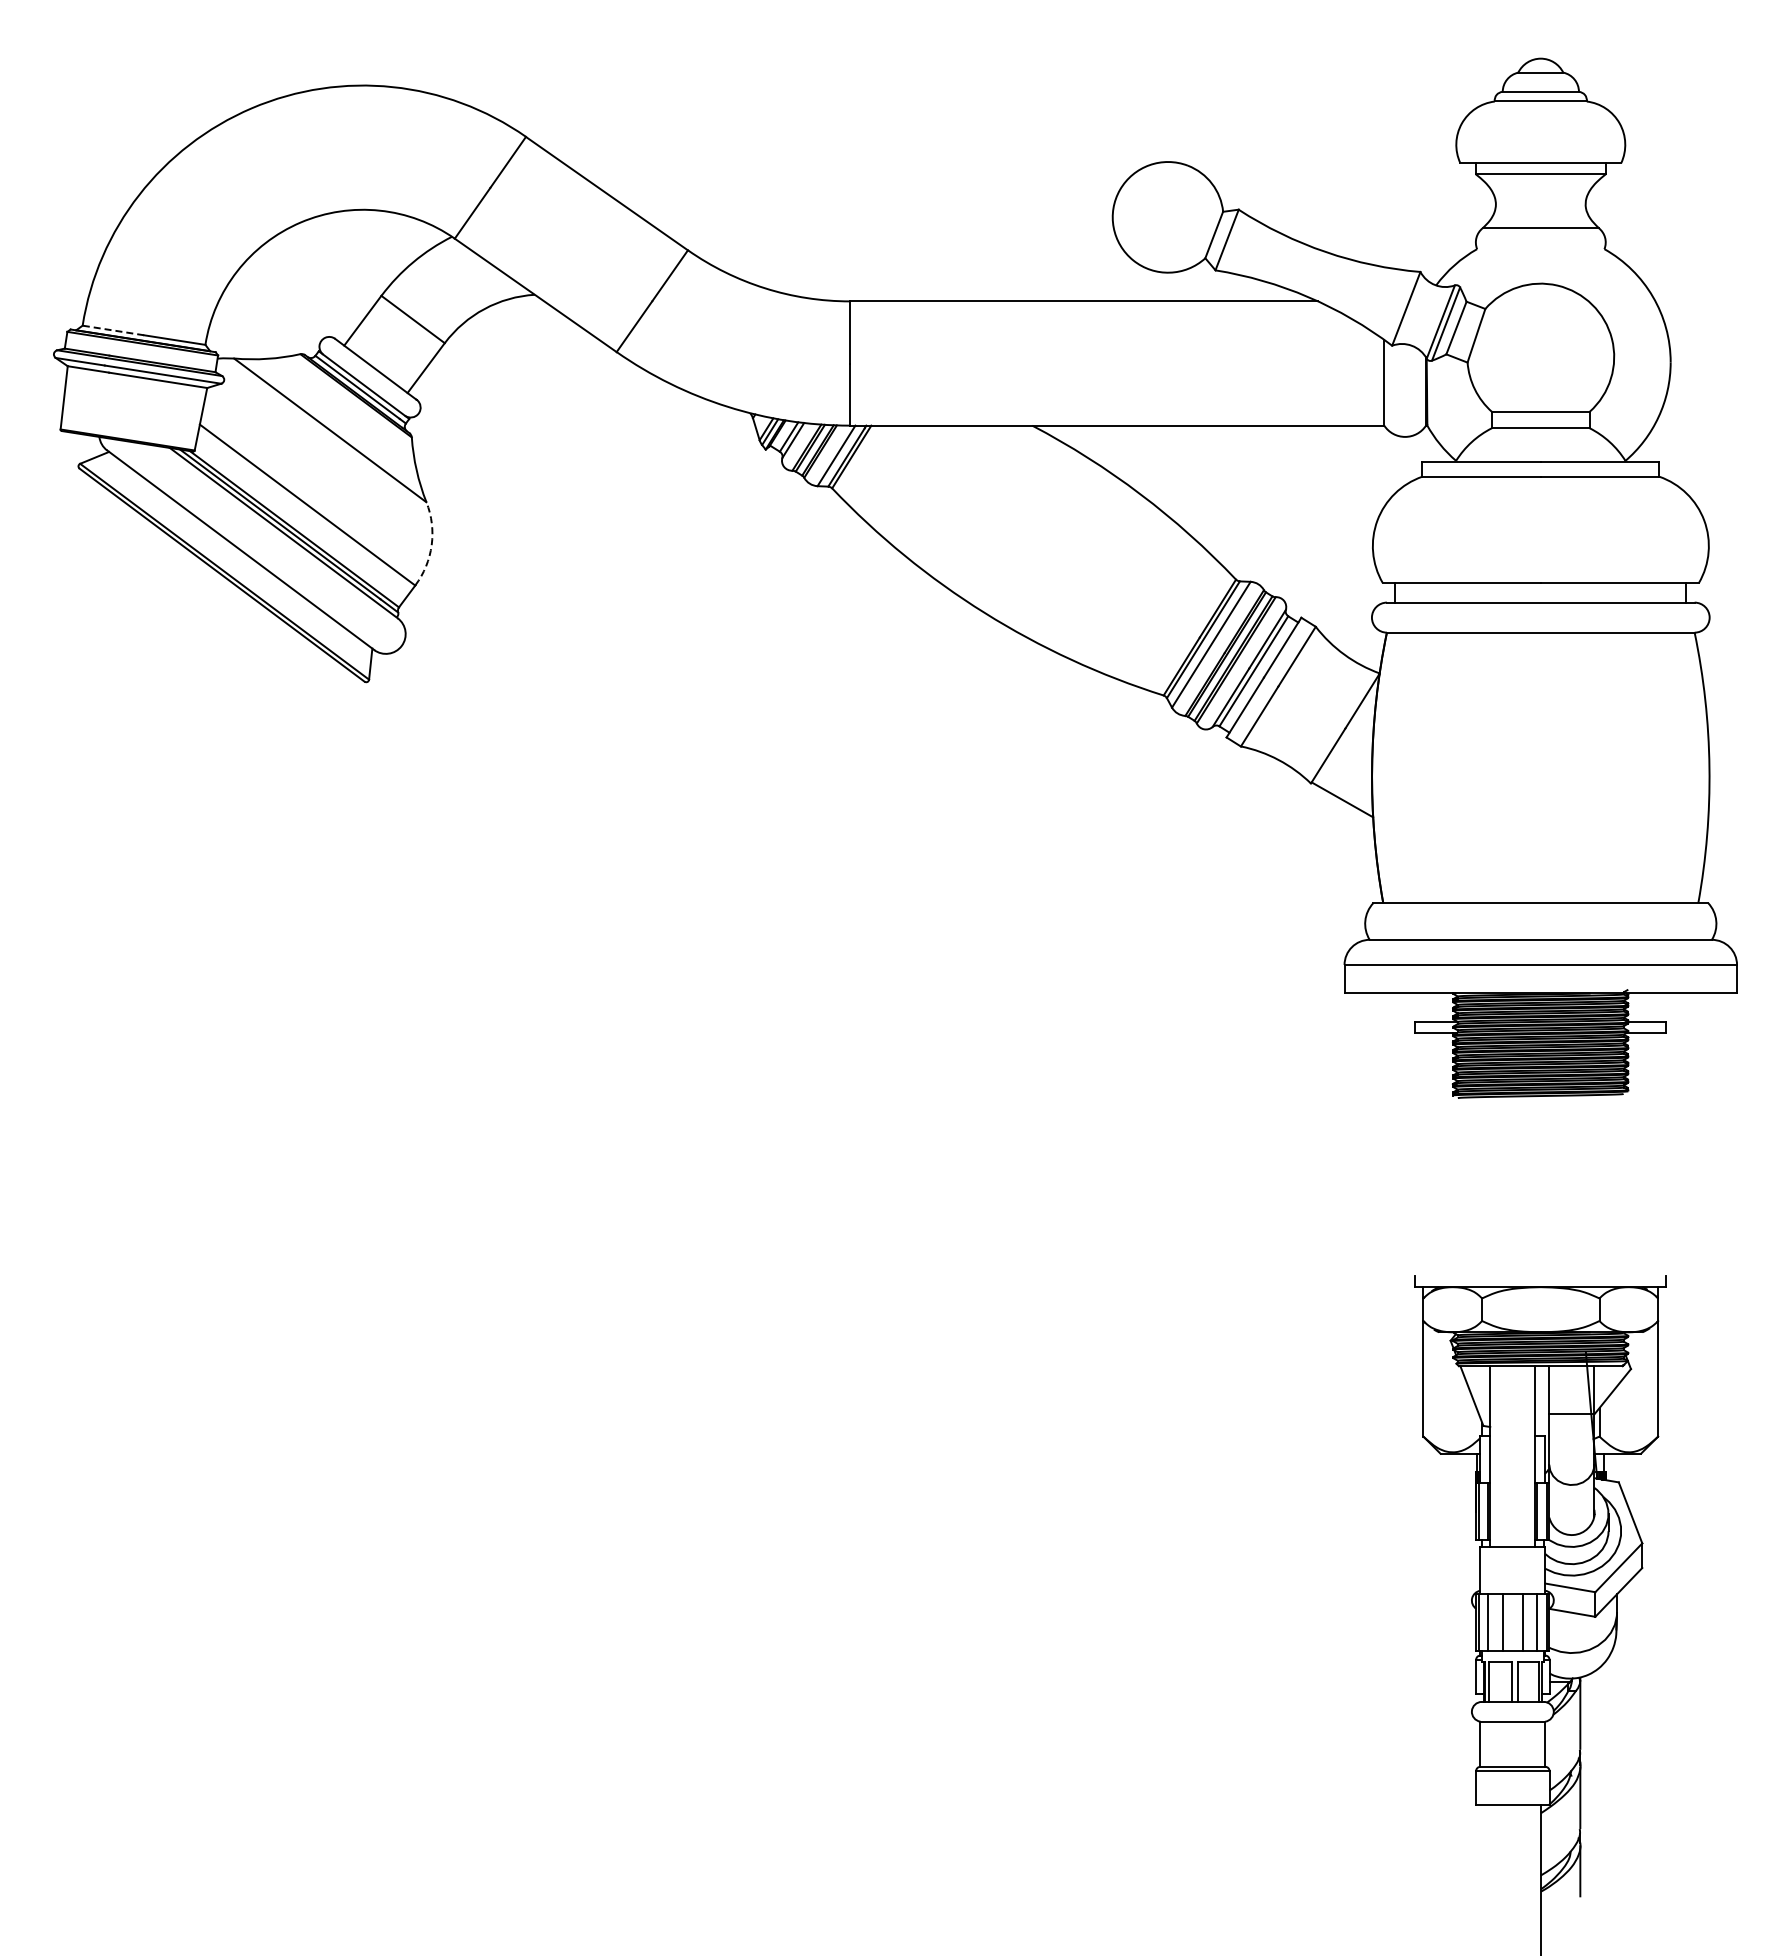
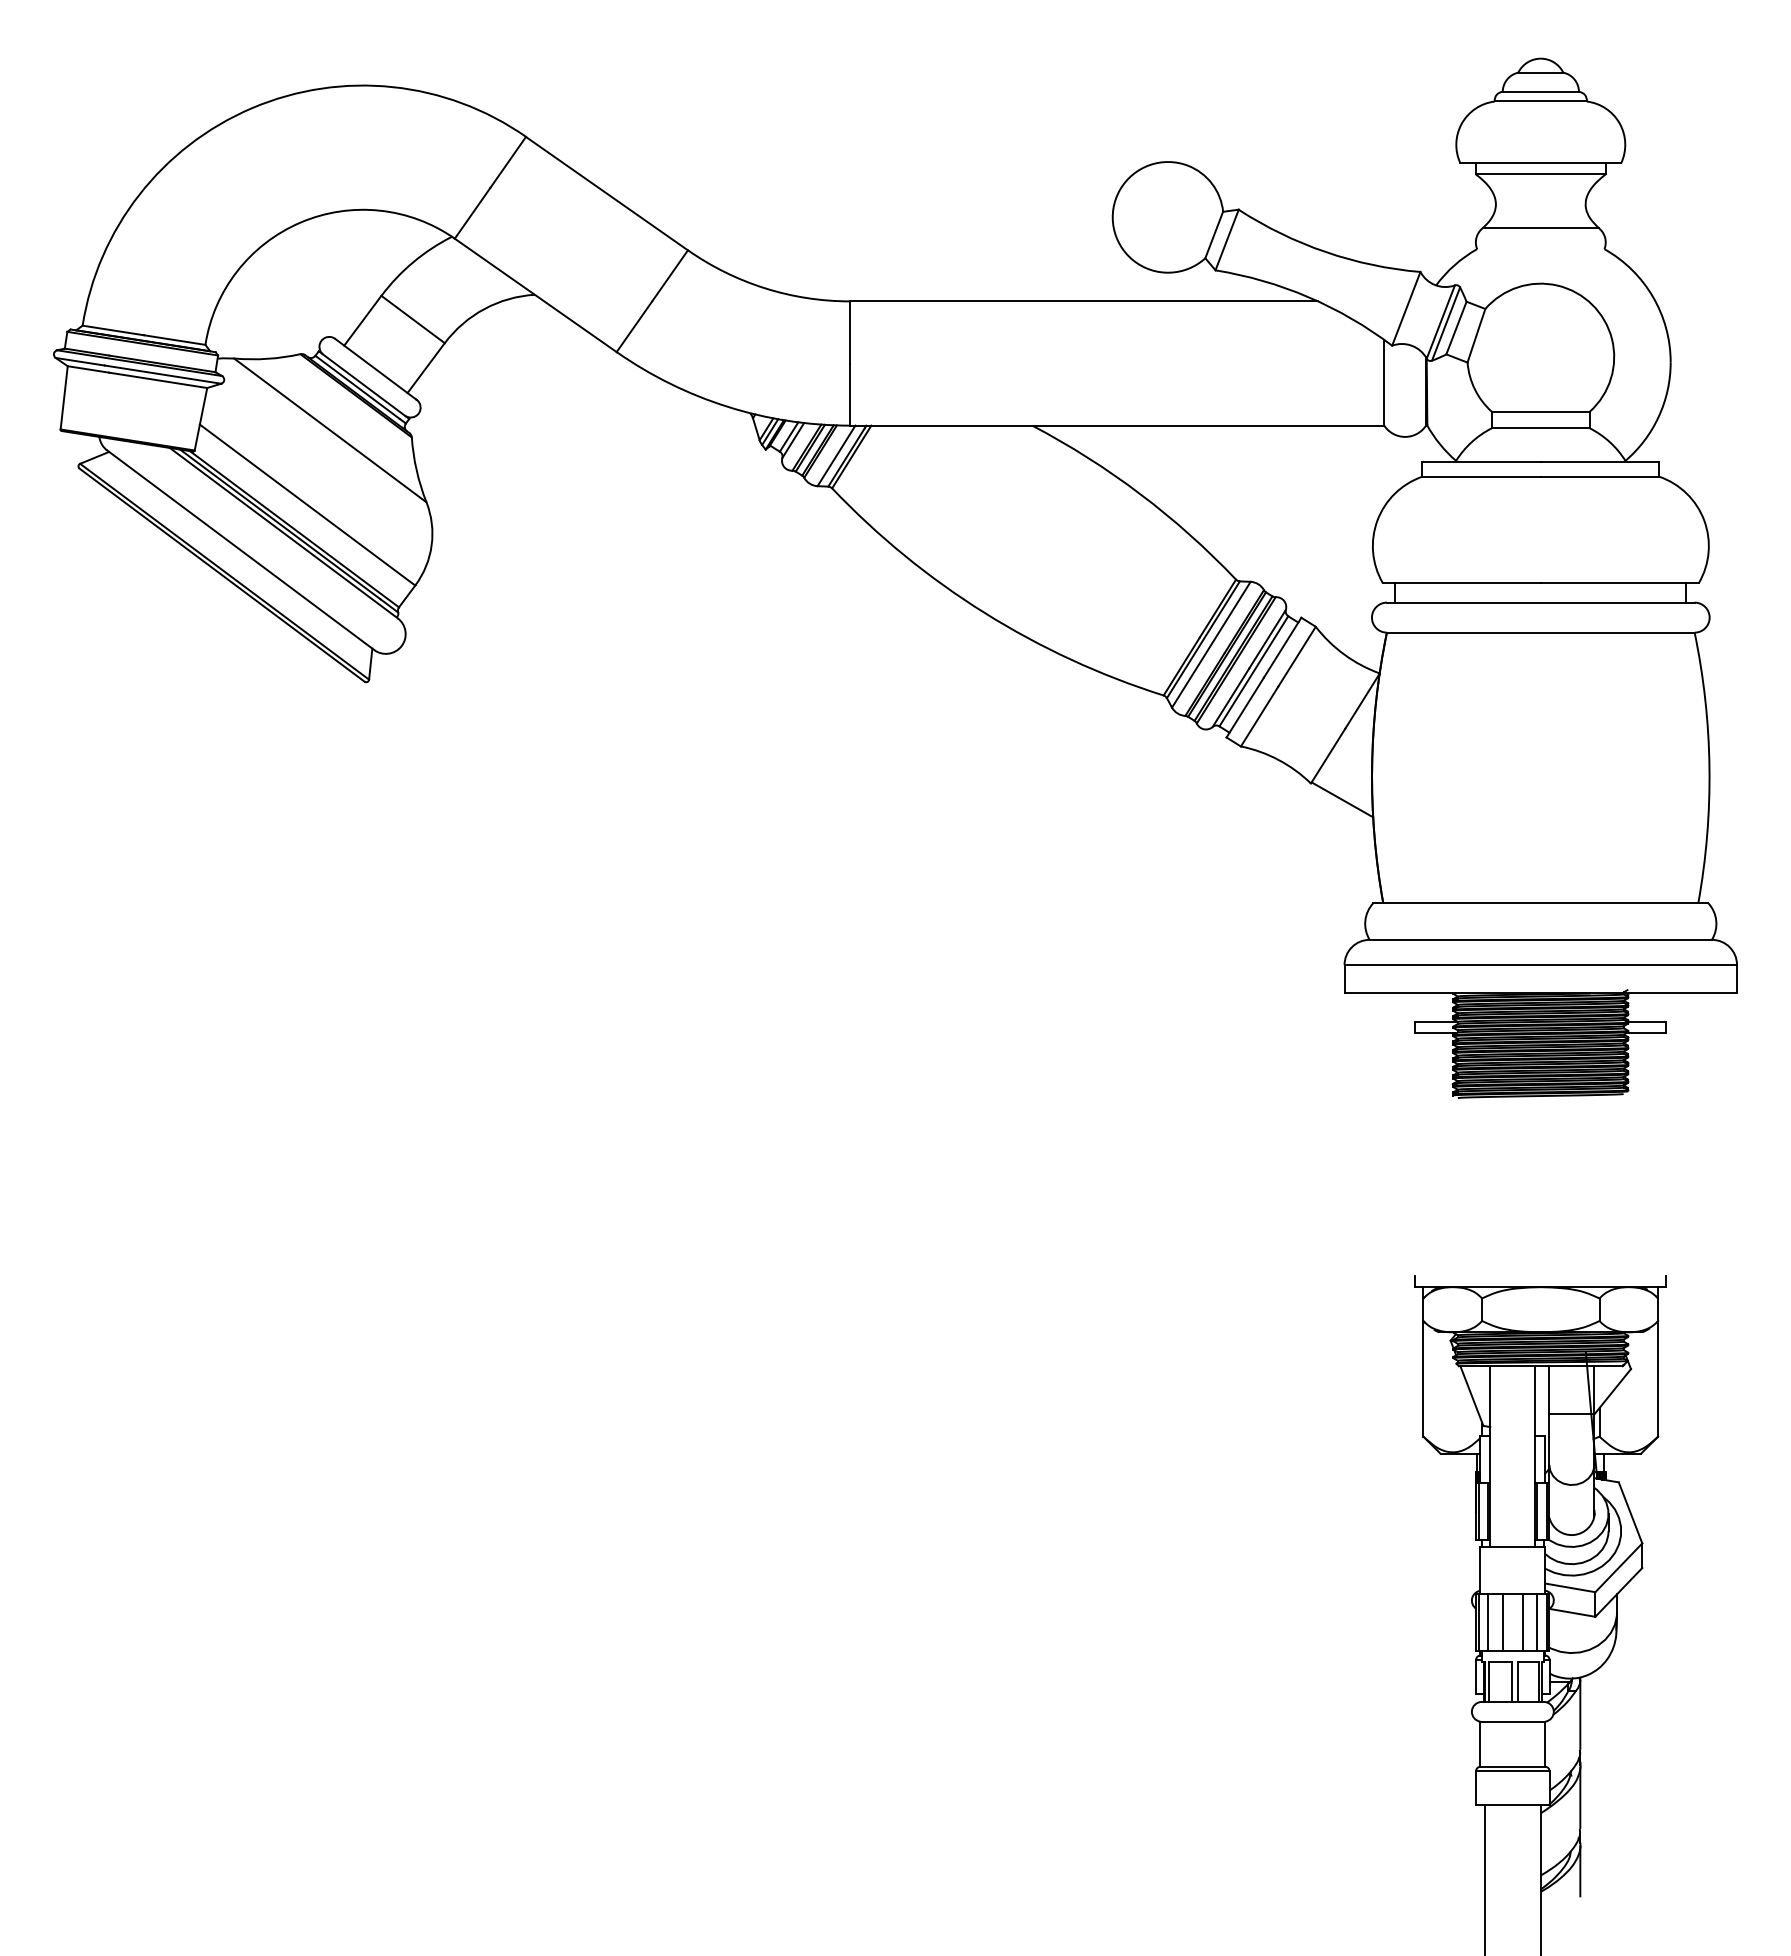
line at (112, 330): dashed -> solid
arc at (431, 545): dashed -> solid
line at (1484, 1878): none -> present
